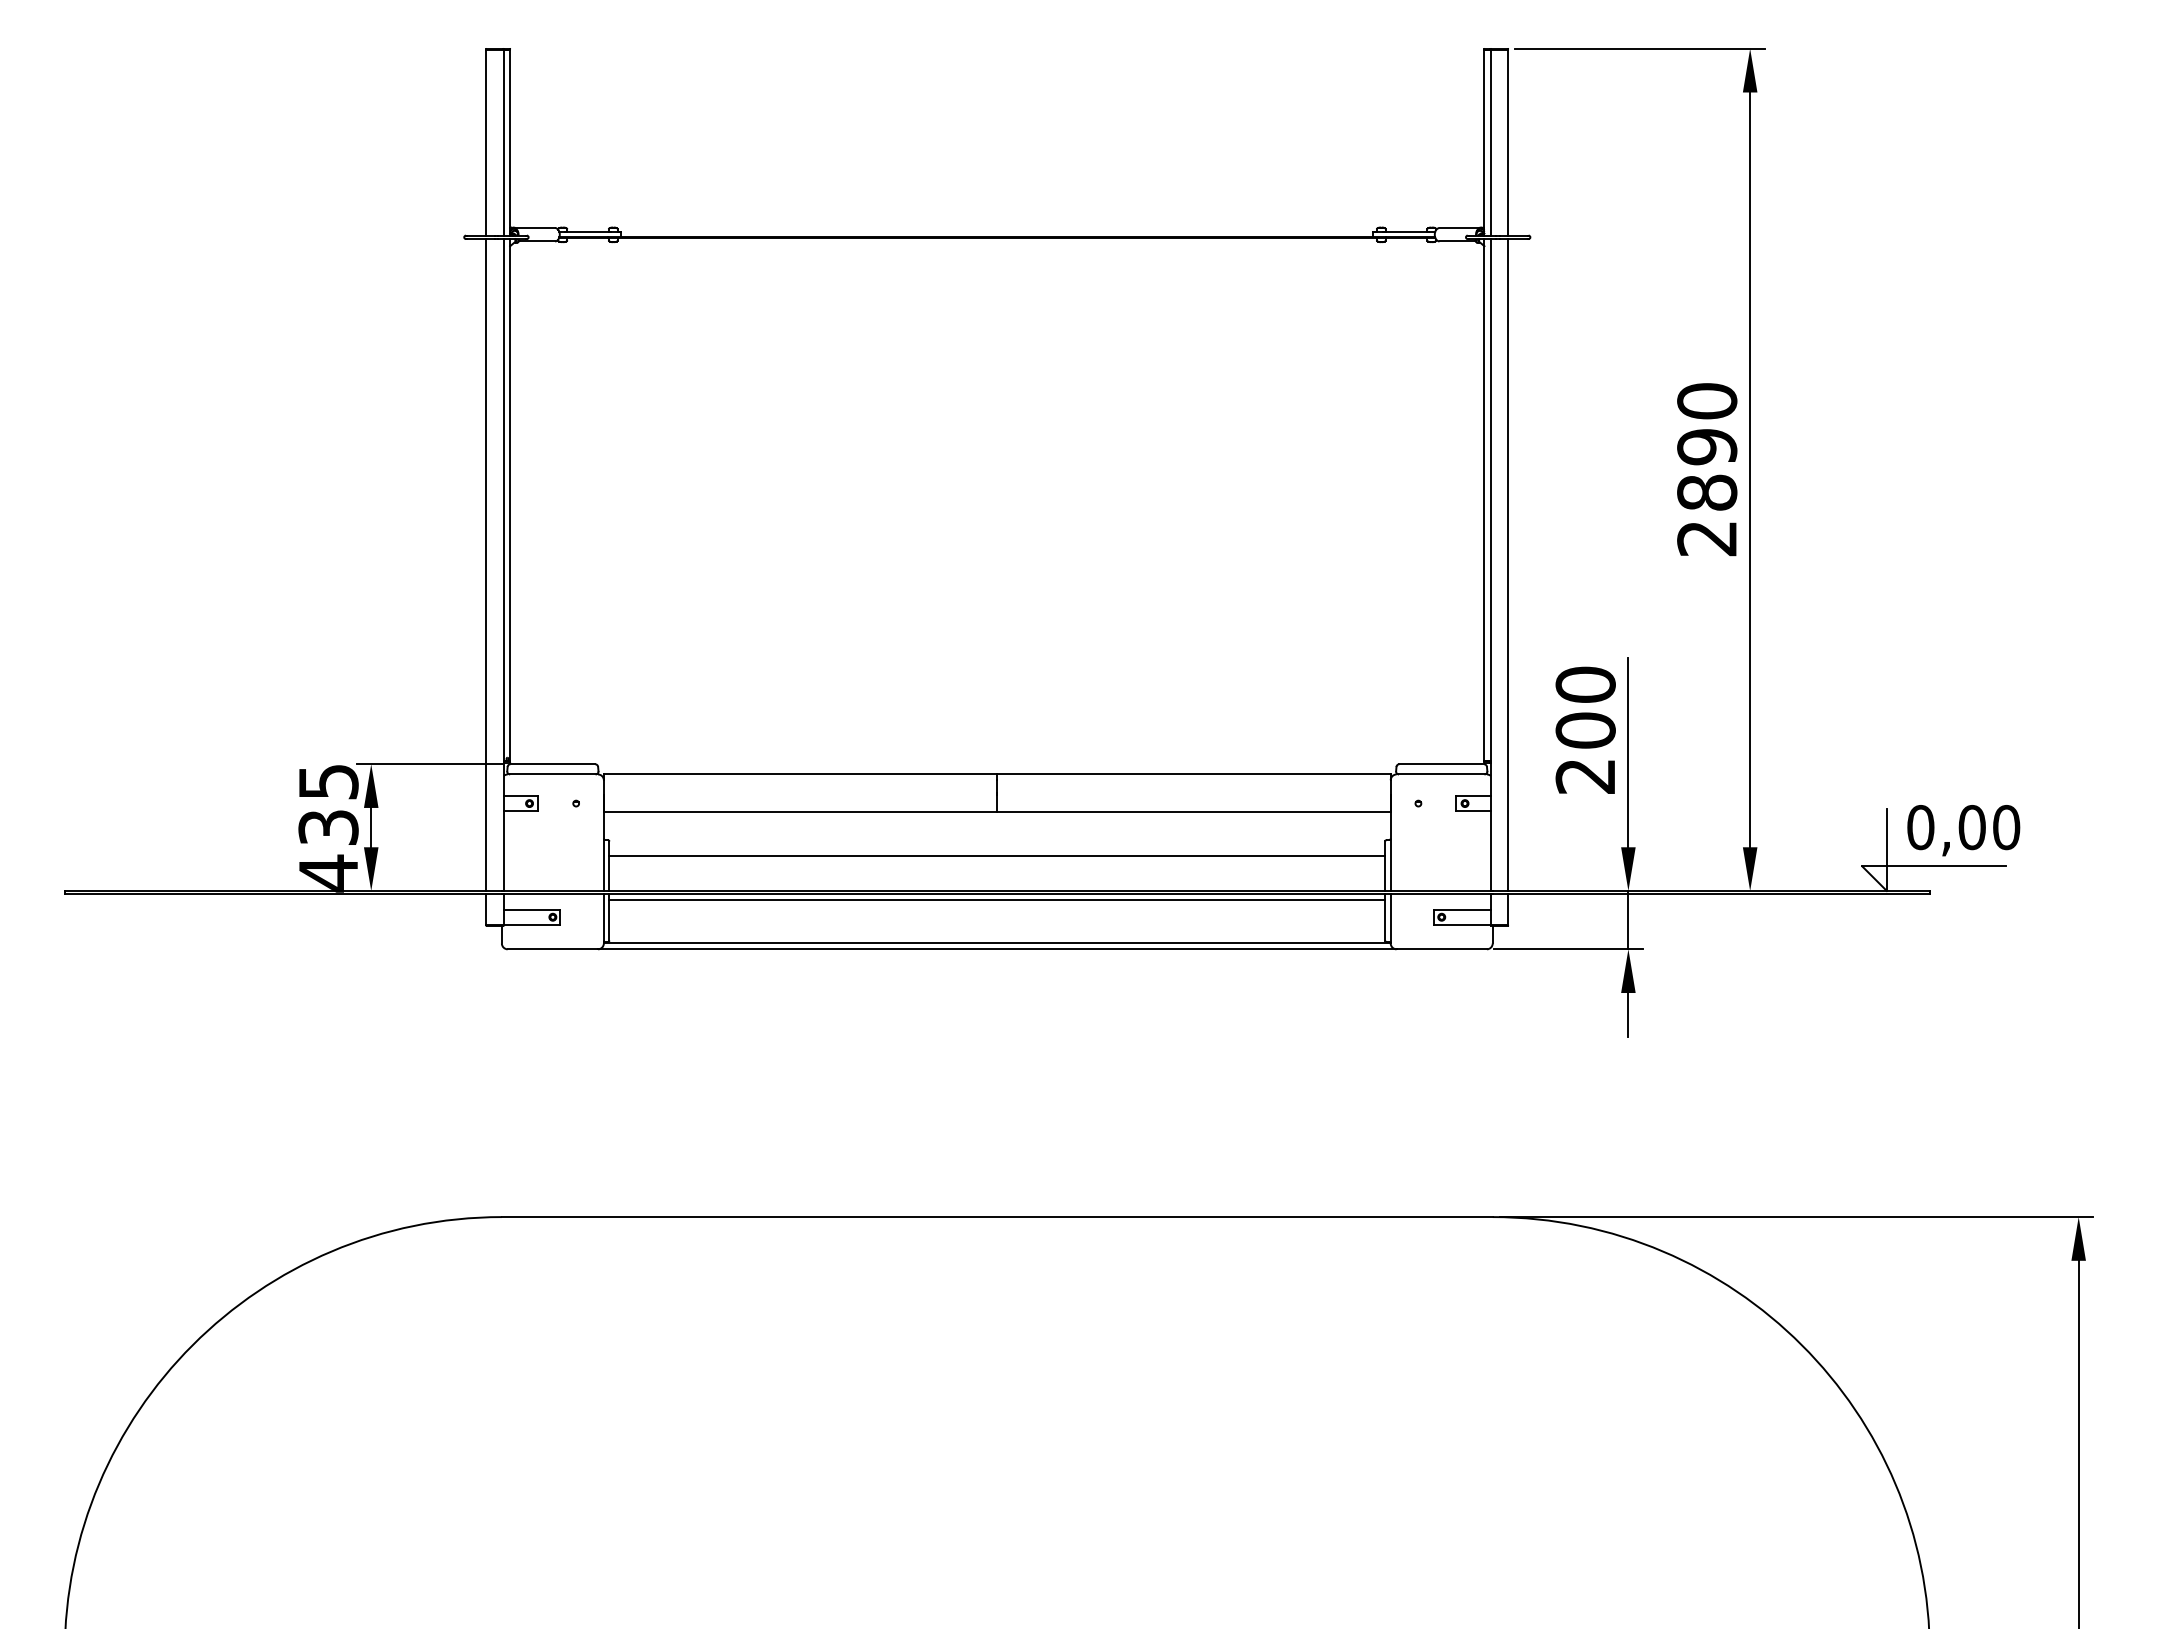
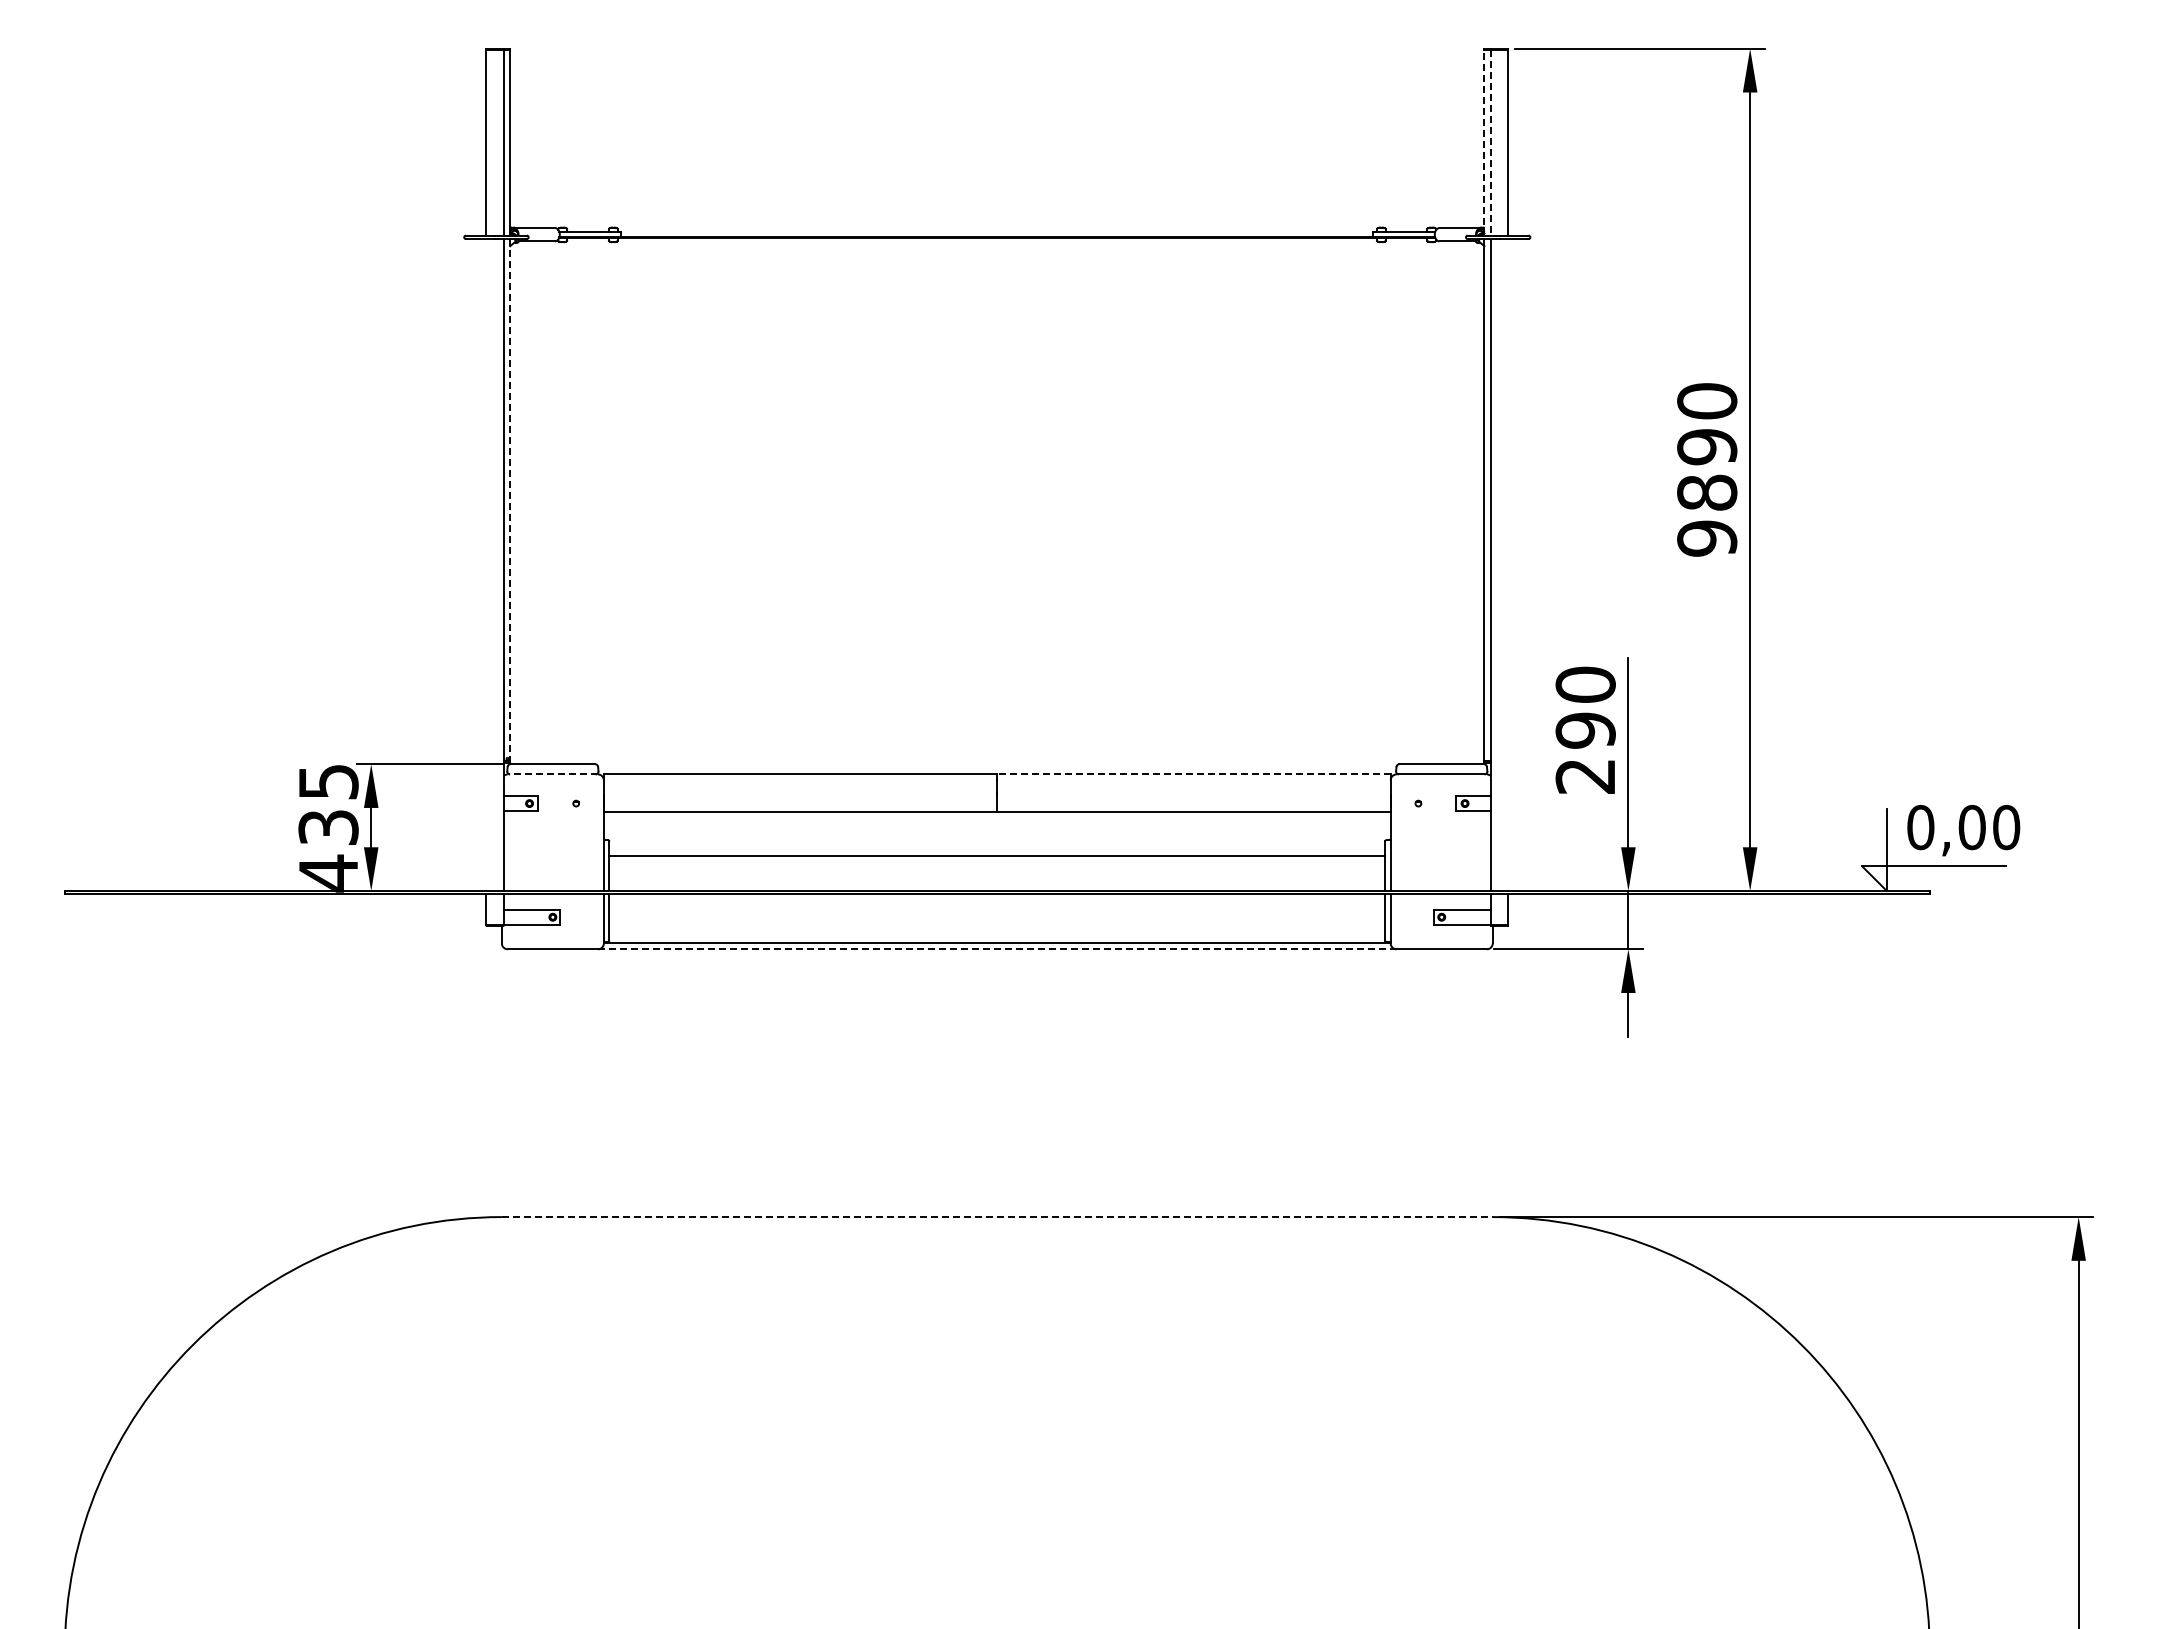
line at (1484, 142): solid -> dashed
line at (1490, 142): solid -> dashed
line at (510, 500): solid -> dashed
text at (1707, 538): 2890 -> 9890
line at (486, 565): present -> none
line at (1508, 565): present -> none
text at (1585, 730): 200 -> 290
line at (552, 774): solid -> dashed
line at (1194, 774): solid -> dashed
line at (997, 899): present -> none
line at (997, 949): solid -> dashed
line at (997, 1217): solid -> dashed
